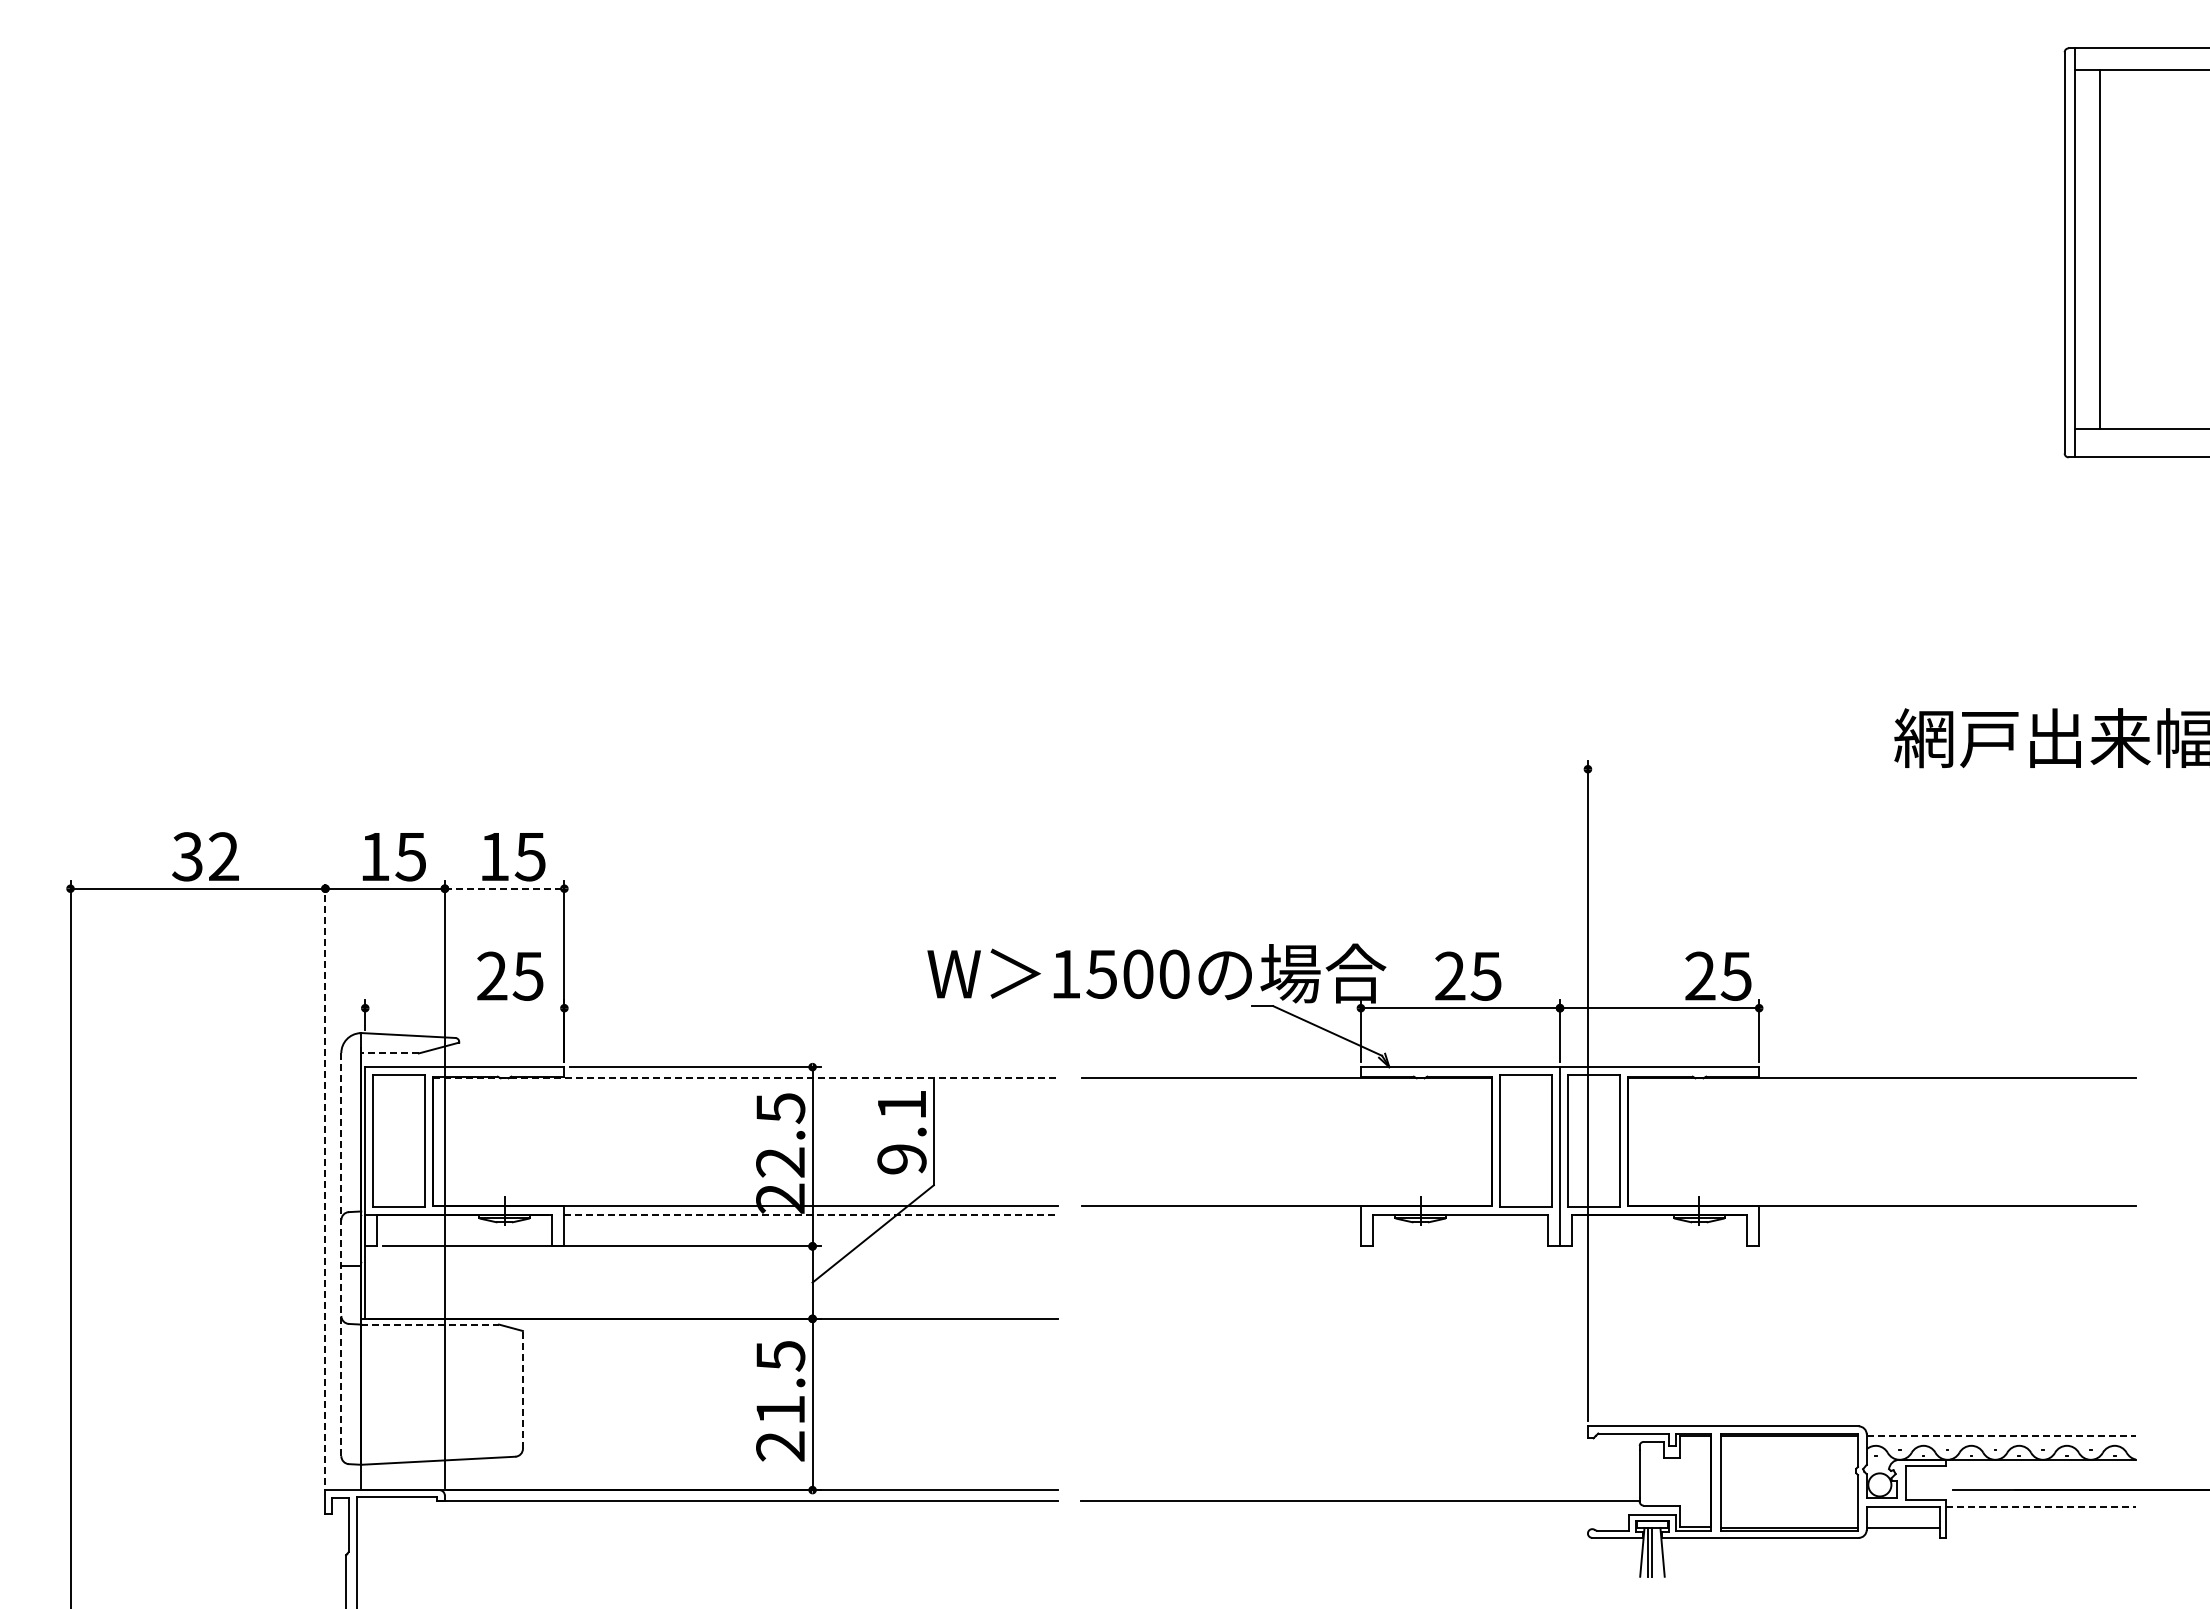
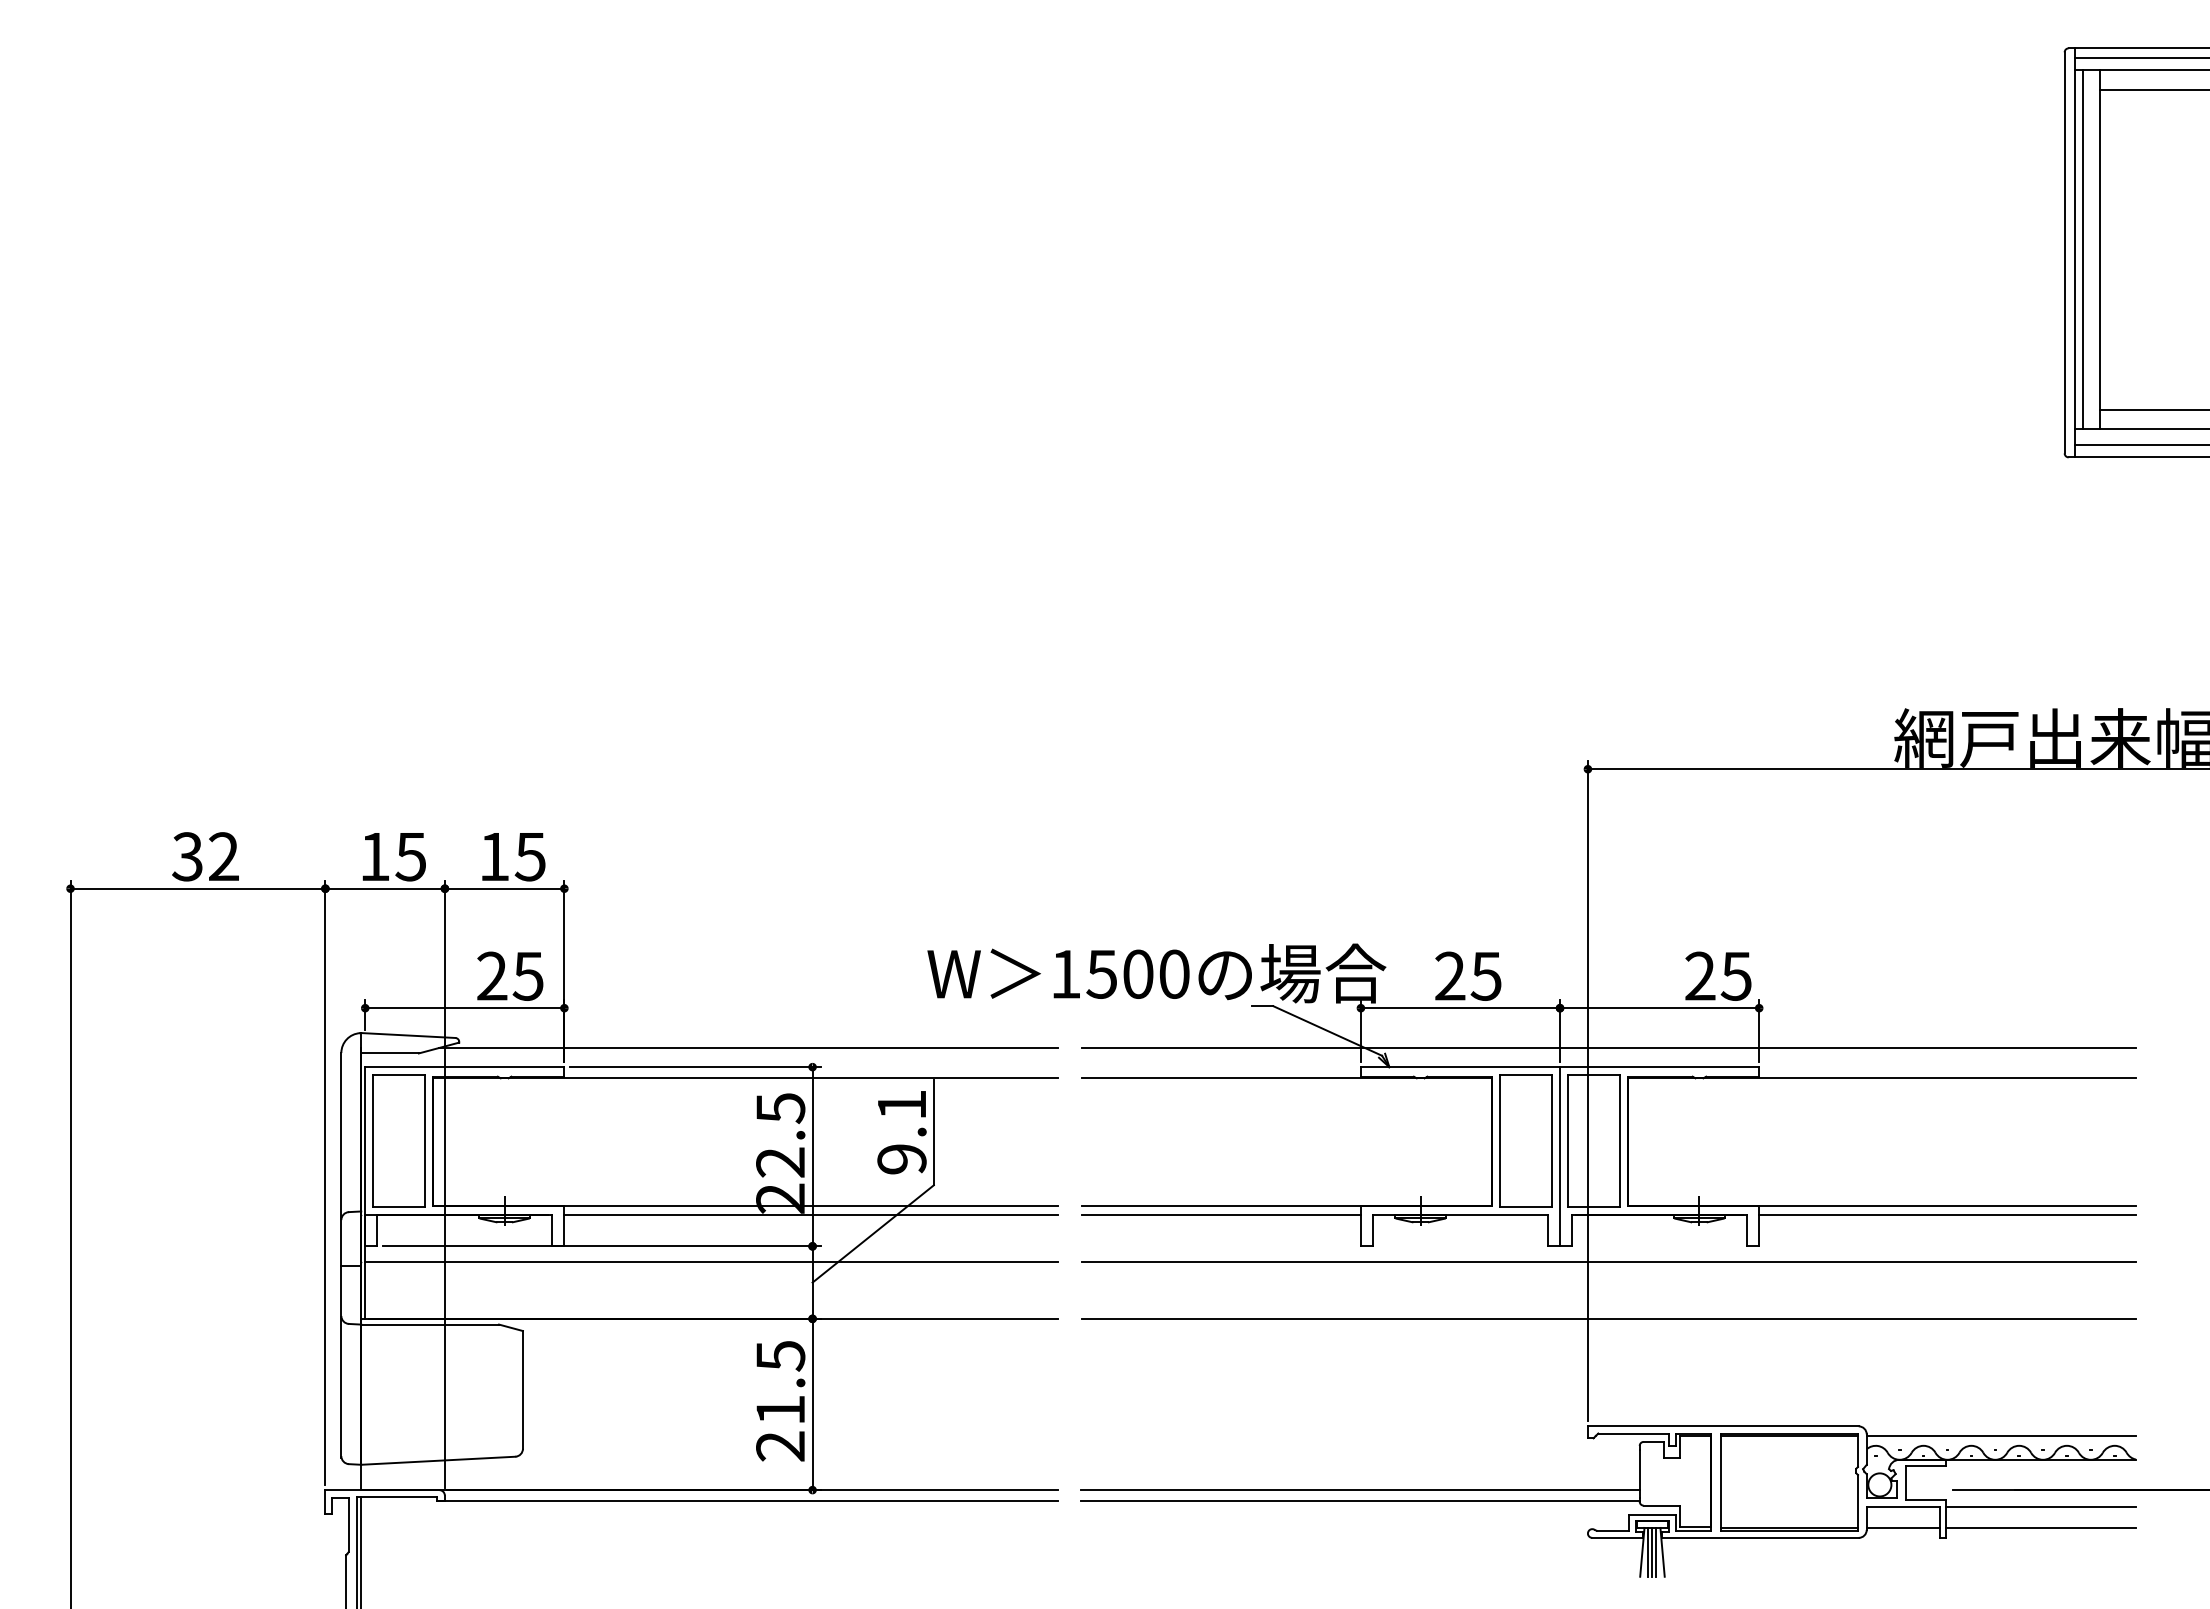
line at (2140, 58): none -> present
line at (2153, 90): none -> present
line at (2083, 249): none -> present
line at (2153, 410): none -> present
line at (2140, 444): none -> present
line at (1896, 769): none -> present
line at (504, 888): dashed -> solid
line at (464, 1008): none -> present
line at (748, 1048): none -> present
line at (1608, 1048): none -> present
line at (390, 1053): dashed -> solid
line at (745, 1078): dashed -> solid
line at (325, 1182): dashed -> solid
line at (811, 1215): dashed -> solid
line at (1221, 1215): none -> present
line at (1947, 1215): none -> present
line at (341, 1255): dashed -> solid
line at (711, 1261): none -> present
line at (1608, 1261): none -> present
line at (1608, 1318): none -> present
line at (430, 1324): dashed -> solid
line at (522, 1389): dashed -> solid
line at (2001, 1435): dashed -> solid
line at (1359, 1490): none -> present
line at (2041, 1506): dashed -> solid
line at (2040, 1527): none -> present
line at (361, 1551): none -> present
line at (1656, 1551): none -> present
